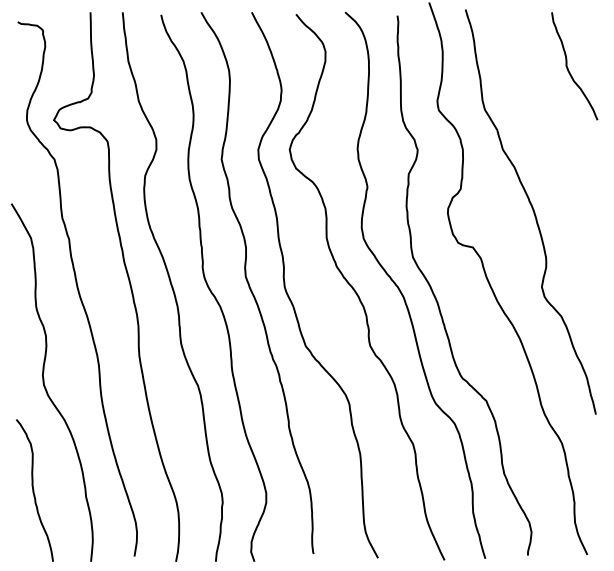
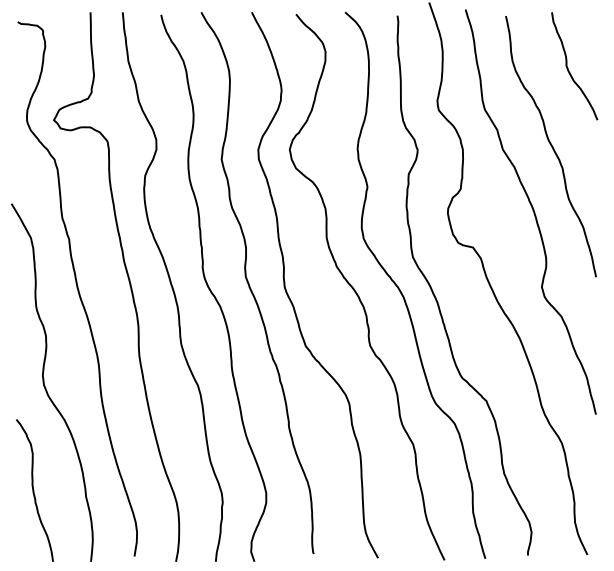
curve at (550, 145): none -> present
